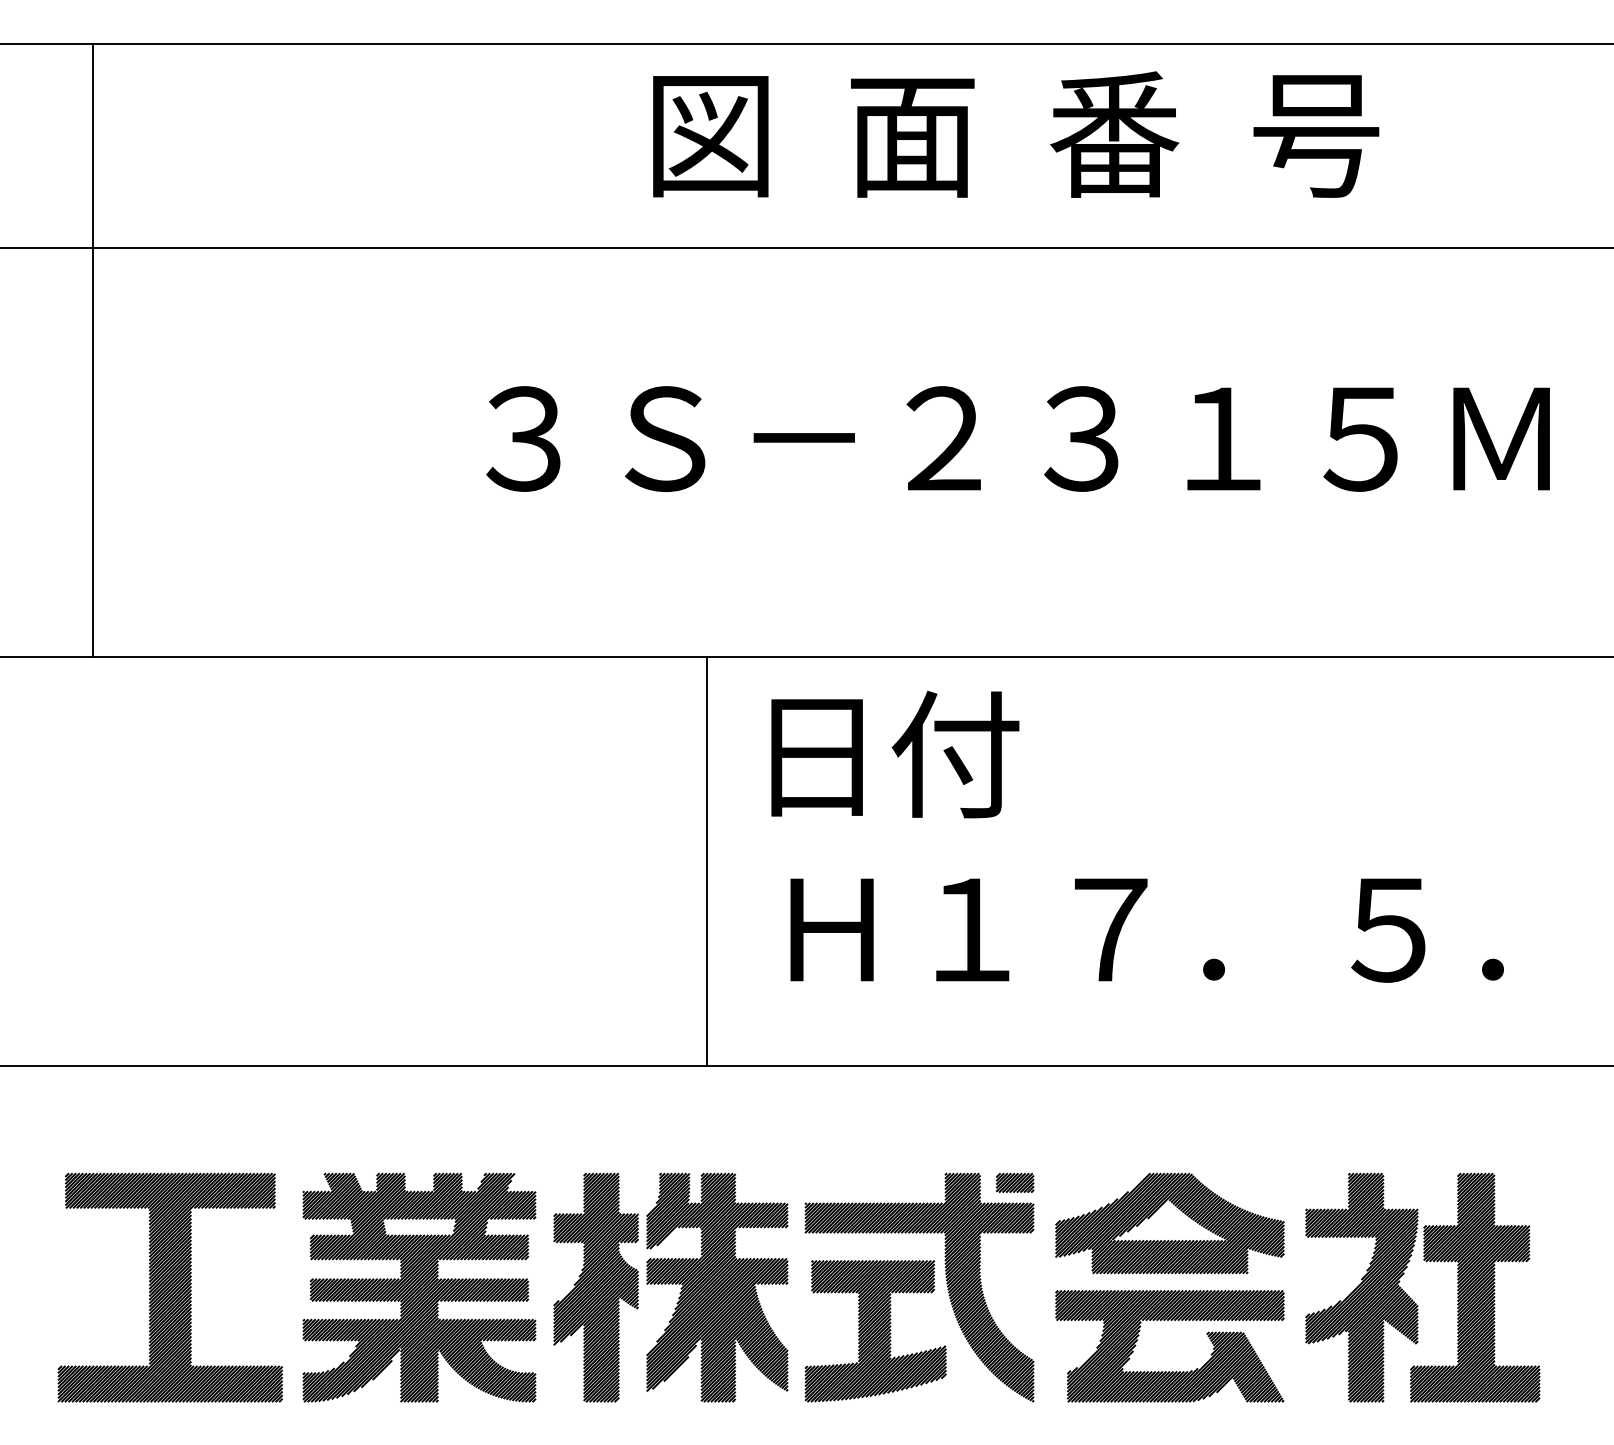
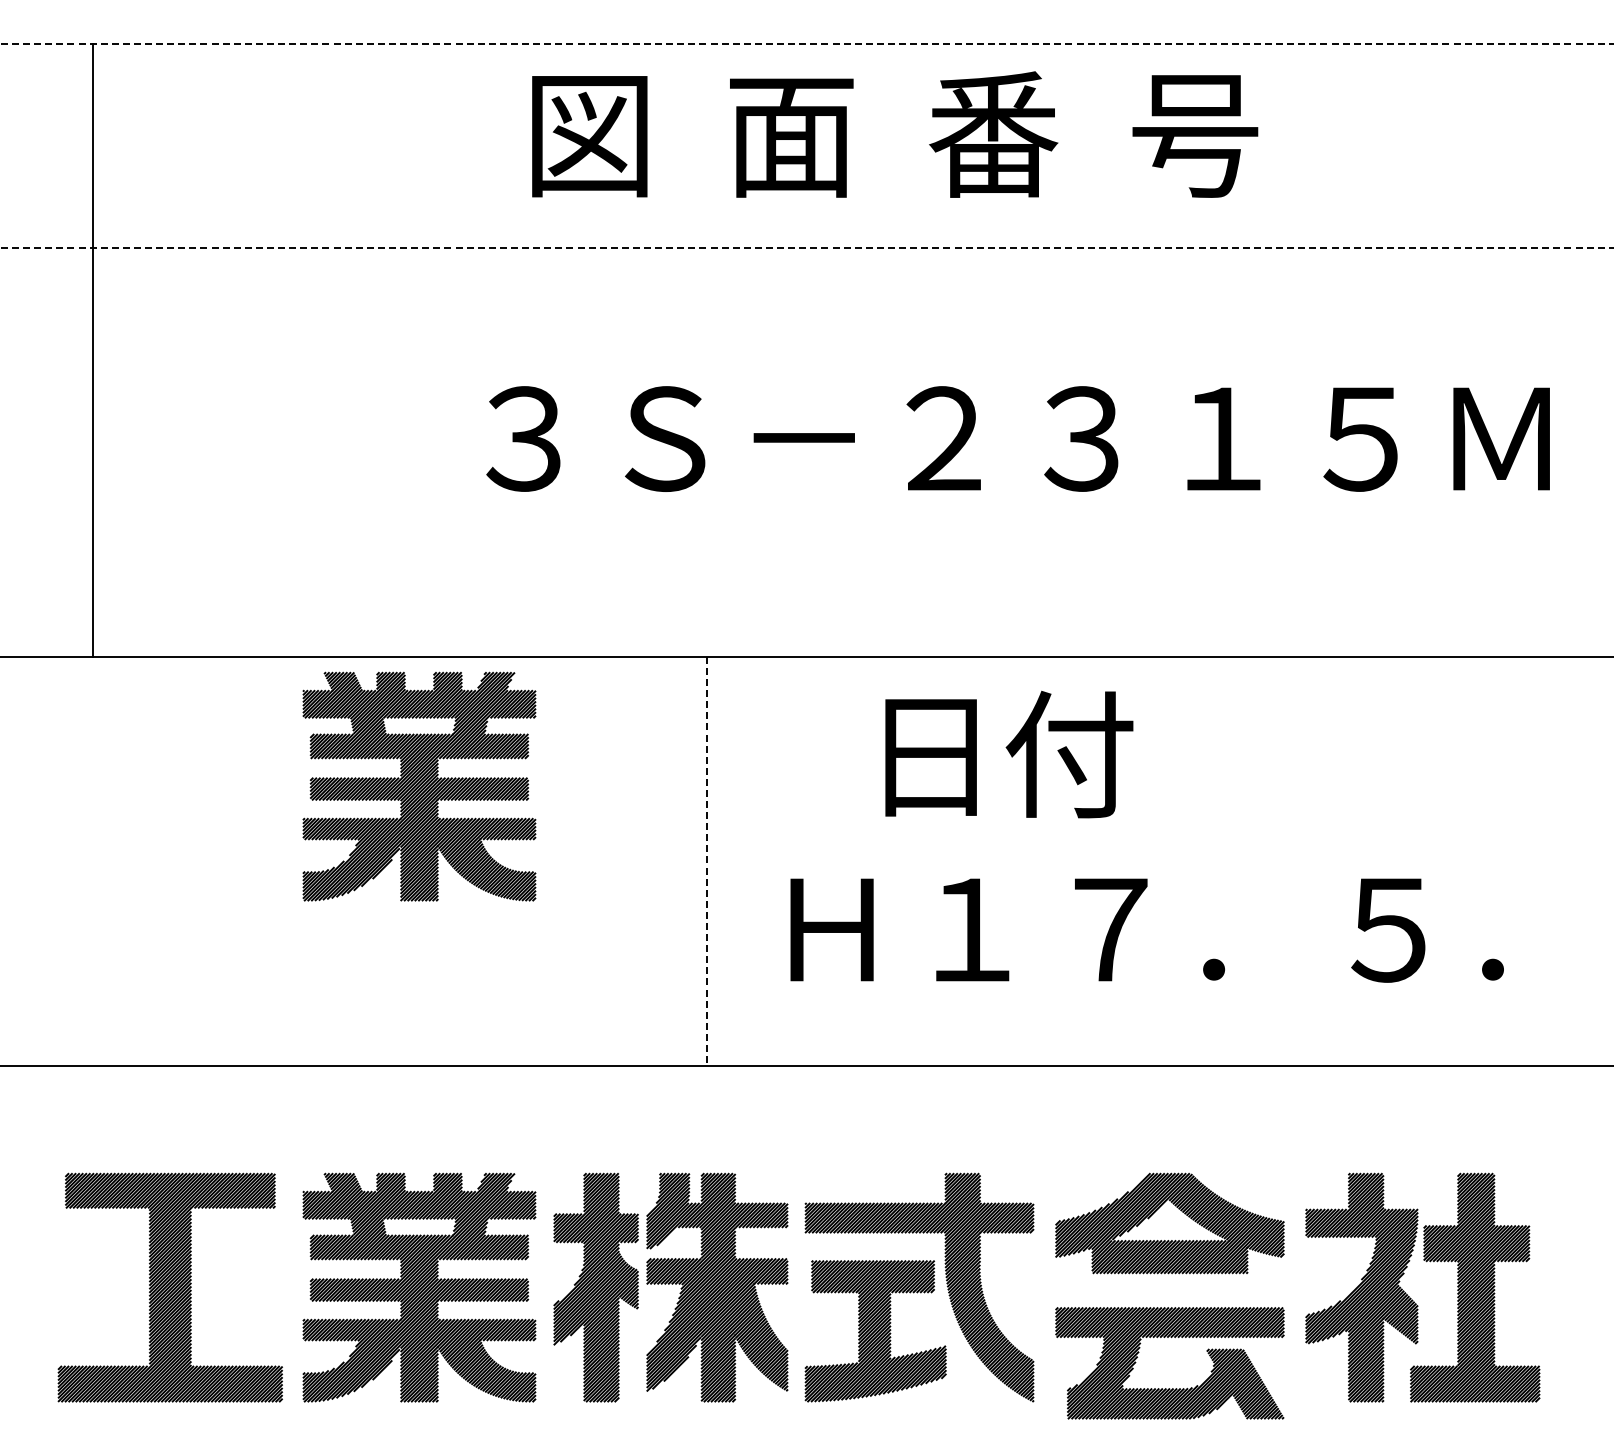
line at (807, 43): solid -> dashed
text at (1016, 134) position: (1016, 134) -> (895, 134)
line at (807, 247): solid -> dashed
text at (895, 754) position: (895, 754) -> (1009, 754)
part at (419, 786): none -> present
line at (706, 861): solid -> dashed
part at (1014, 1182): present -> none
part at (1169, 1371) position: (1169, 1371) -> (1169, 1388)
